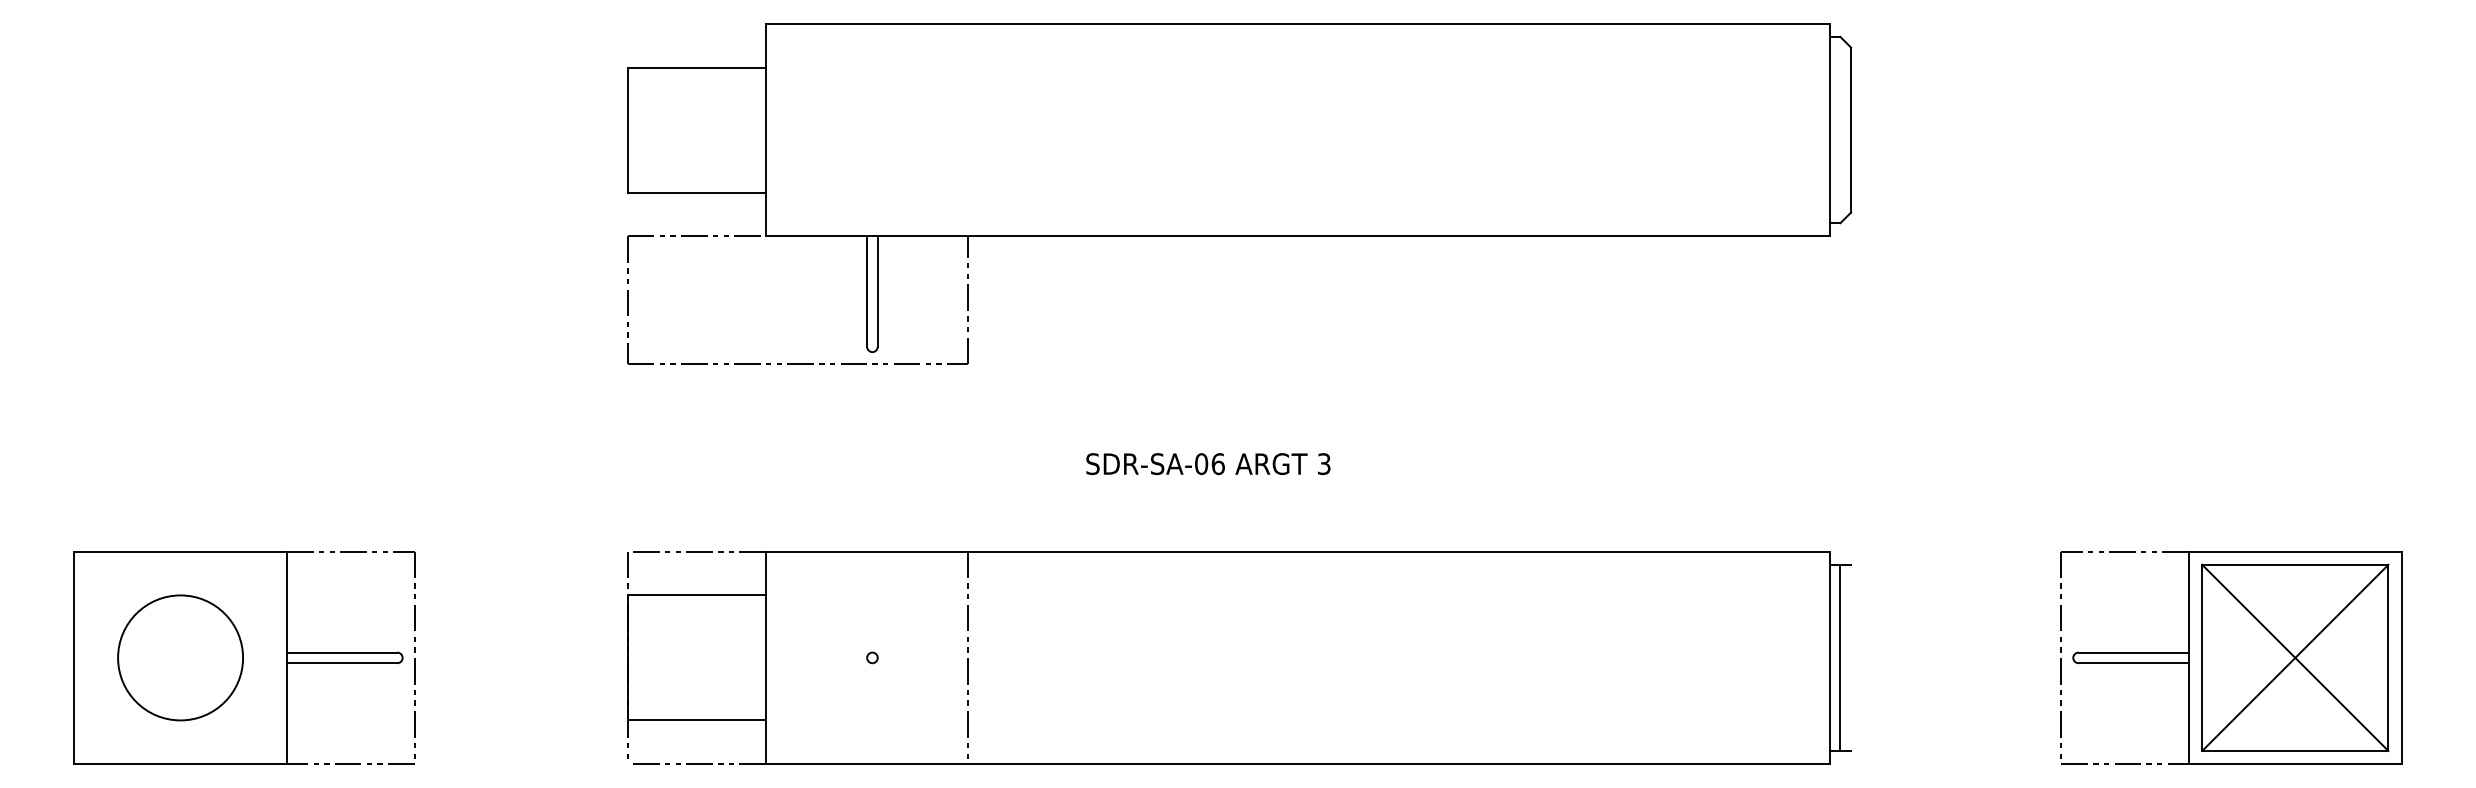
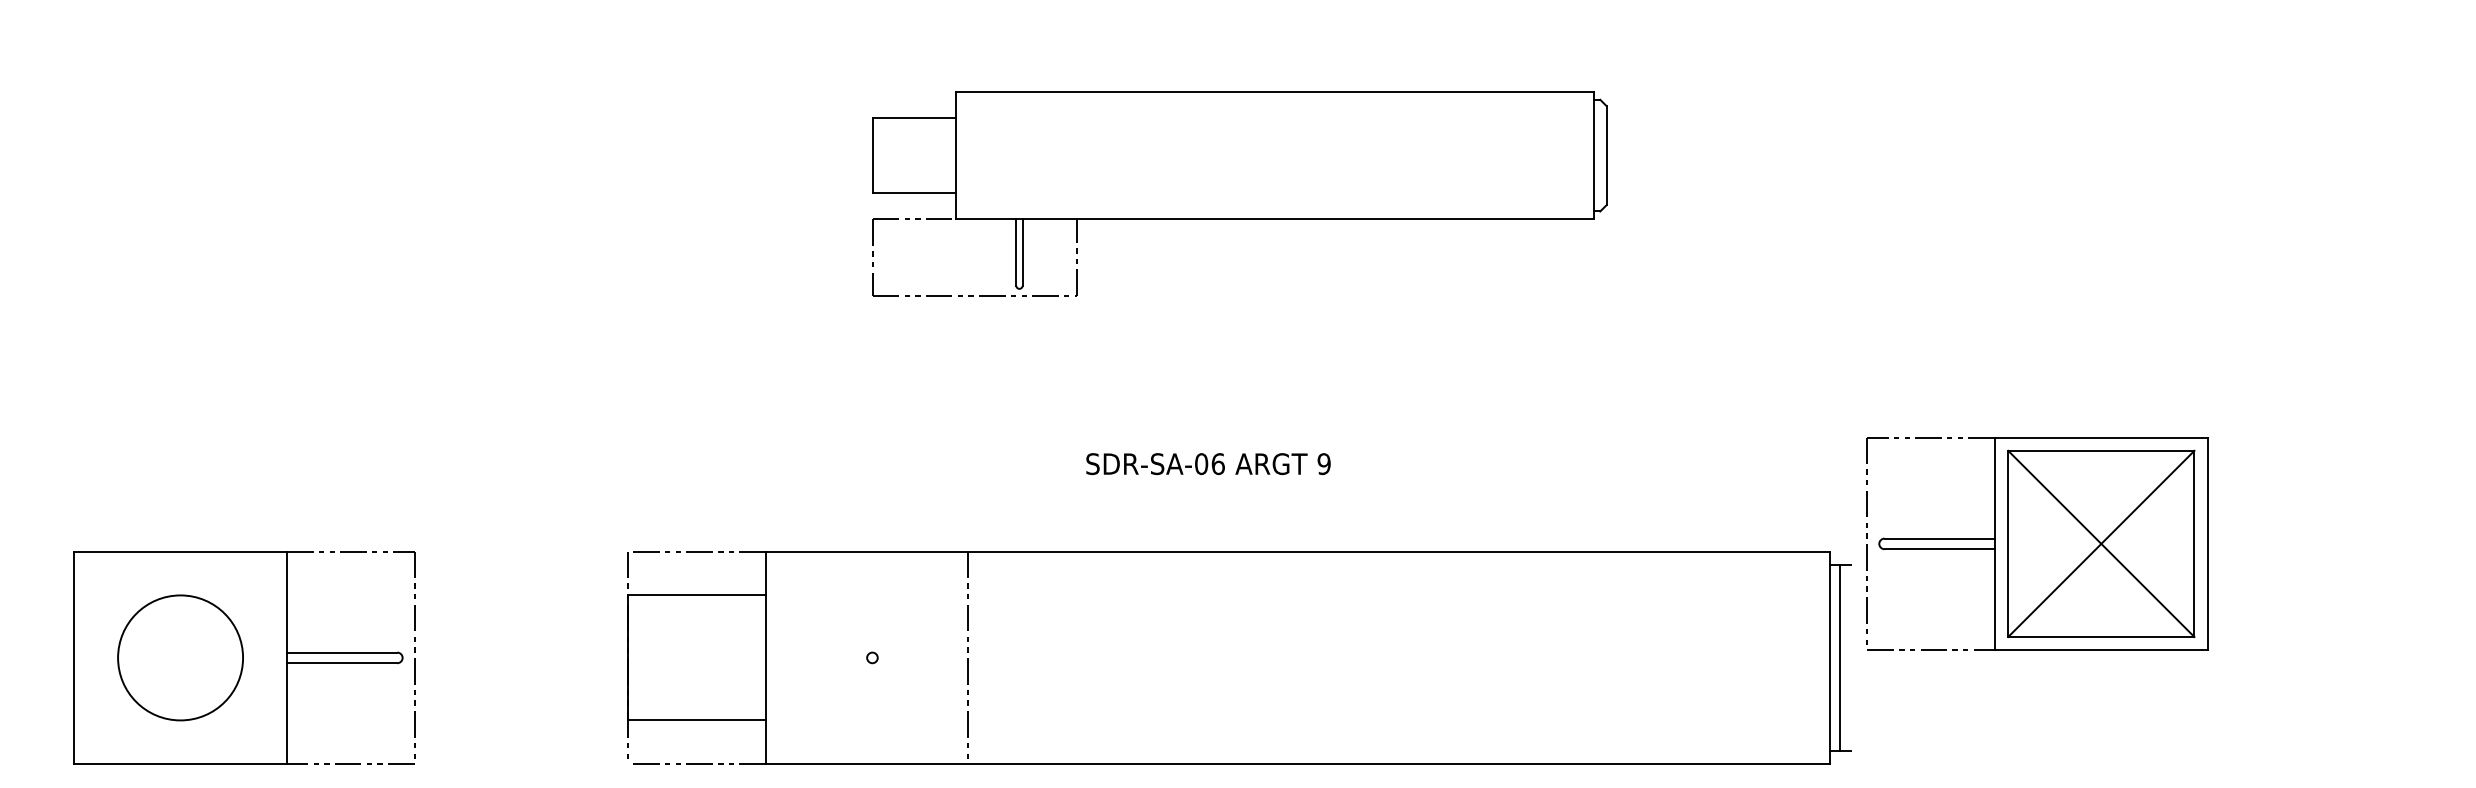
part at (1239, 193) size: 1226x342 px -> 736x206 px
text at (1323, 463): 3 -> 9
part at (2231, 657) position: (2231, 657) -> (2037, 543)
